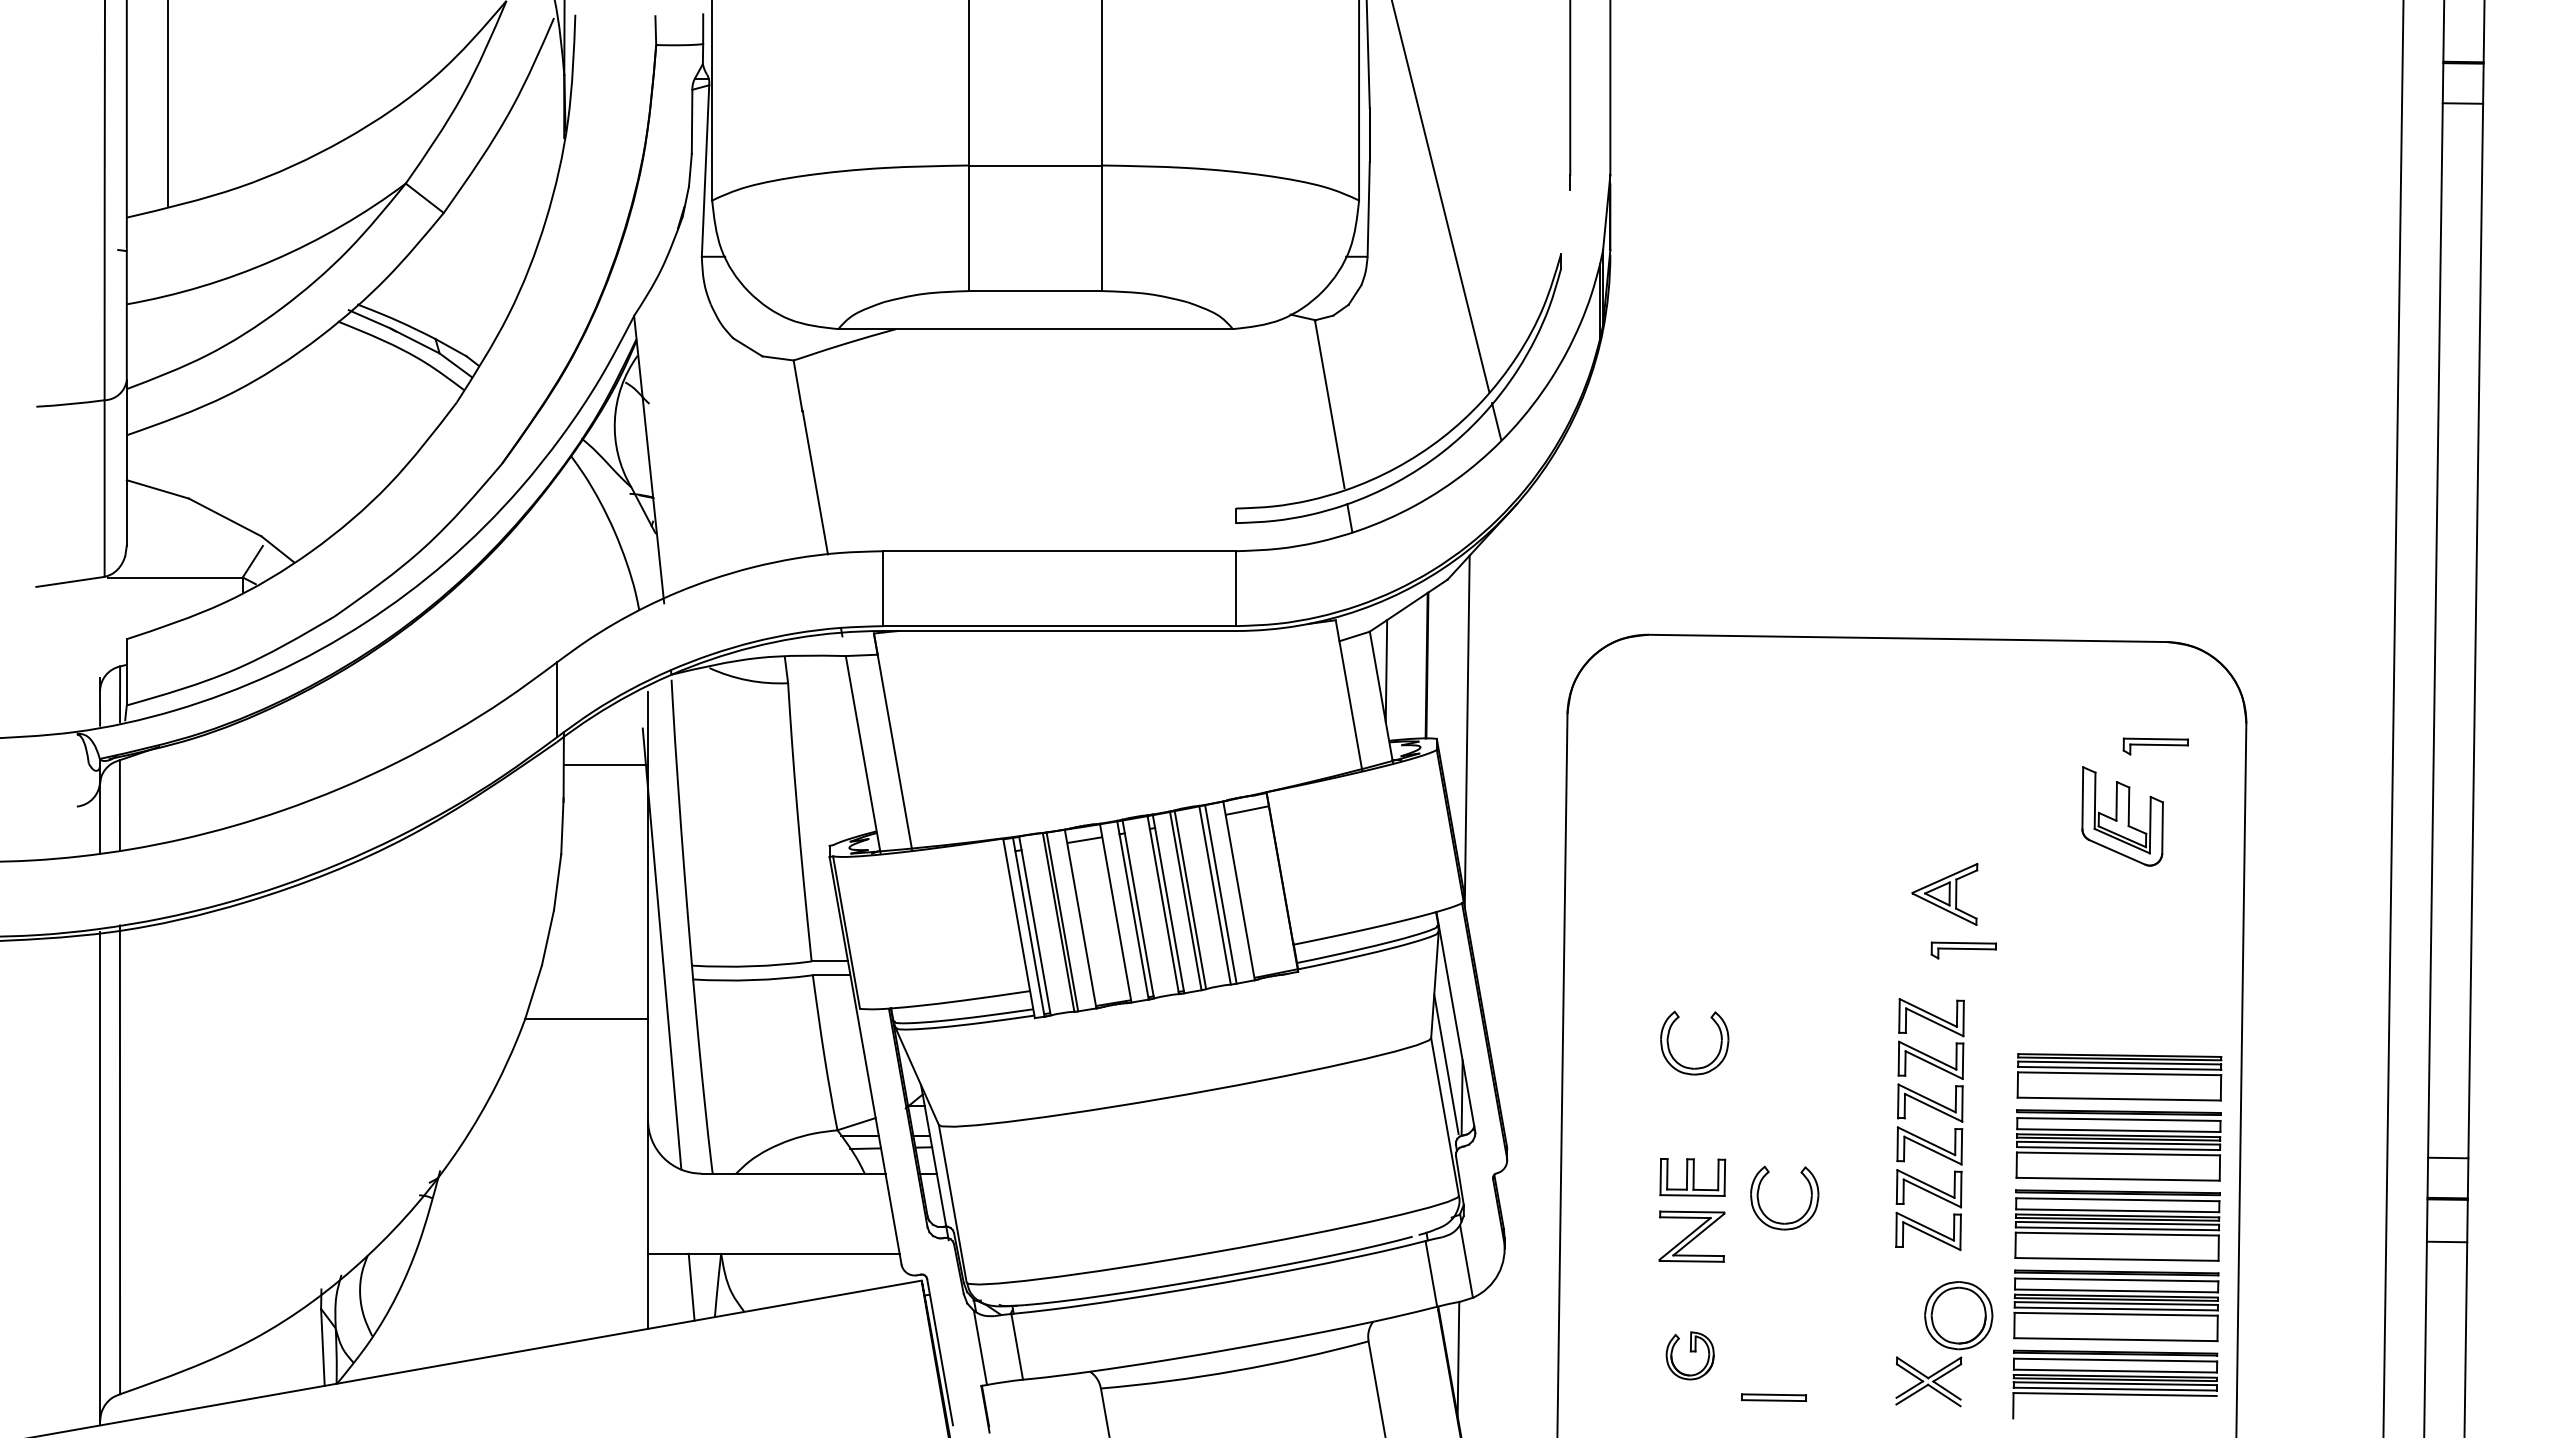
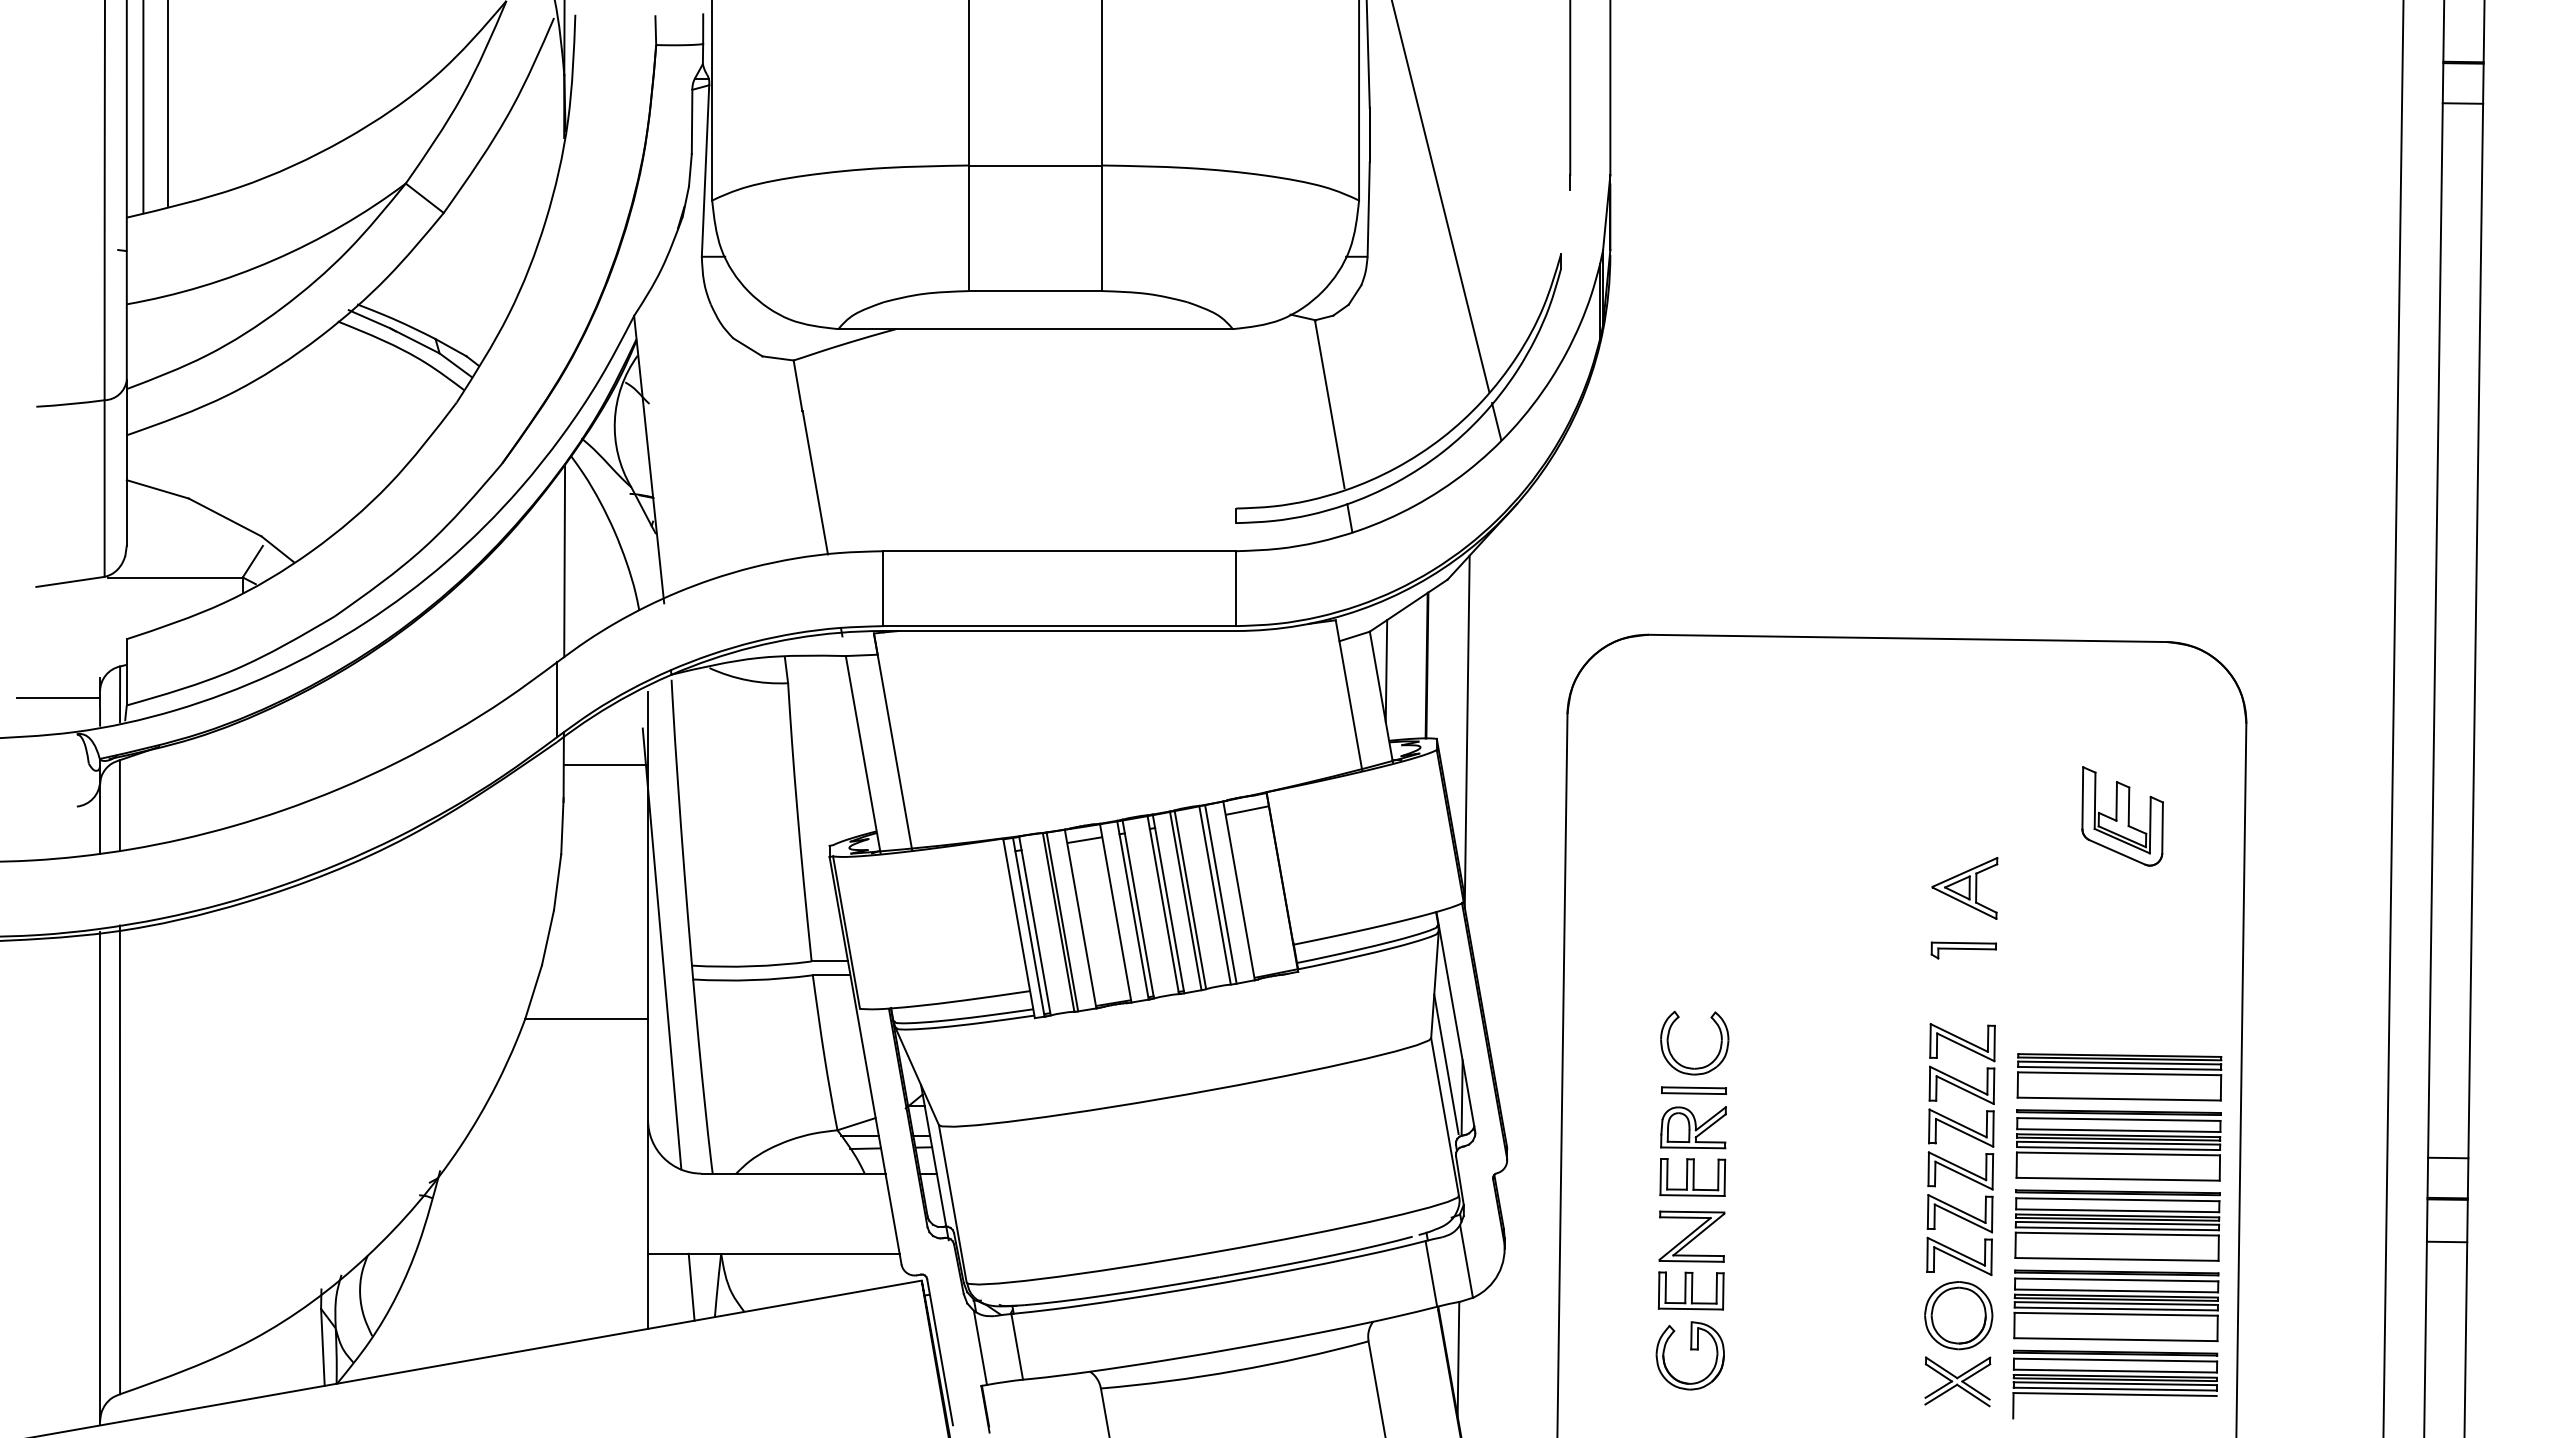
line at (143, 107): none -> present
line at (564, 560): none -> present
line at (58, 697): none -> present
part at (2155, 746): present -> none
part at (1944, 894) position: (1944, 894) -> (1964, 888)
part at (1693, 1127): none -> present
part at (1923, 1138) position: (1923, 1138) -> (1954, 1163)
part at (1783, 1222): present -> none
part at (1690, 1290): none -> present
part at (1689, 1355) size: 50x50 px -> 70x70 px
part at (1928, 1381) position: (1928, 1381) -> (1957, 1381)
part at (1773, 1397) position: (1773, 1397) -> (1693, 1090)
